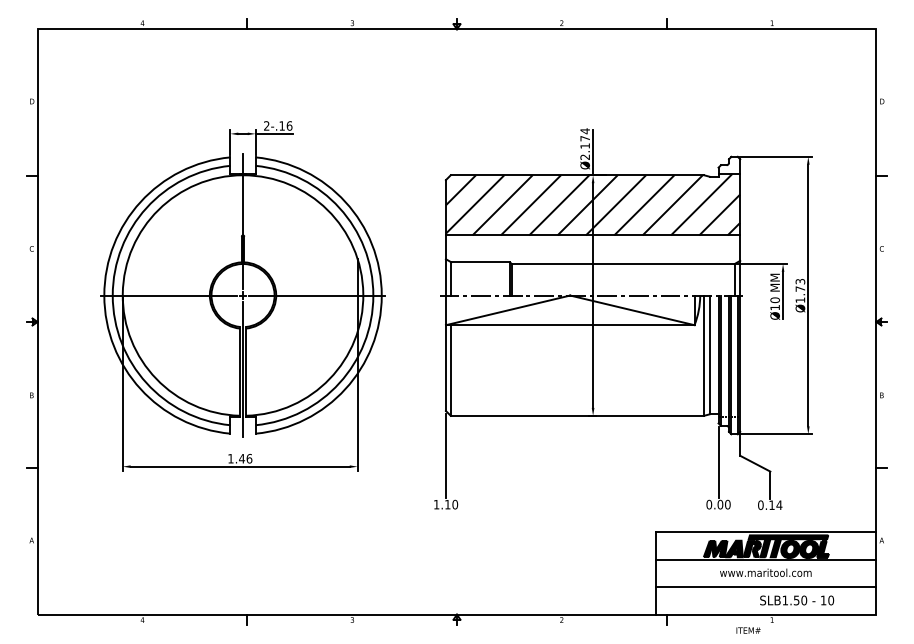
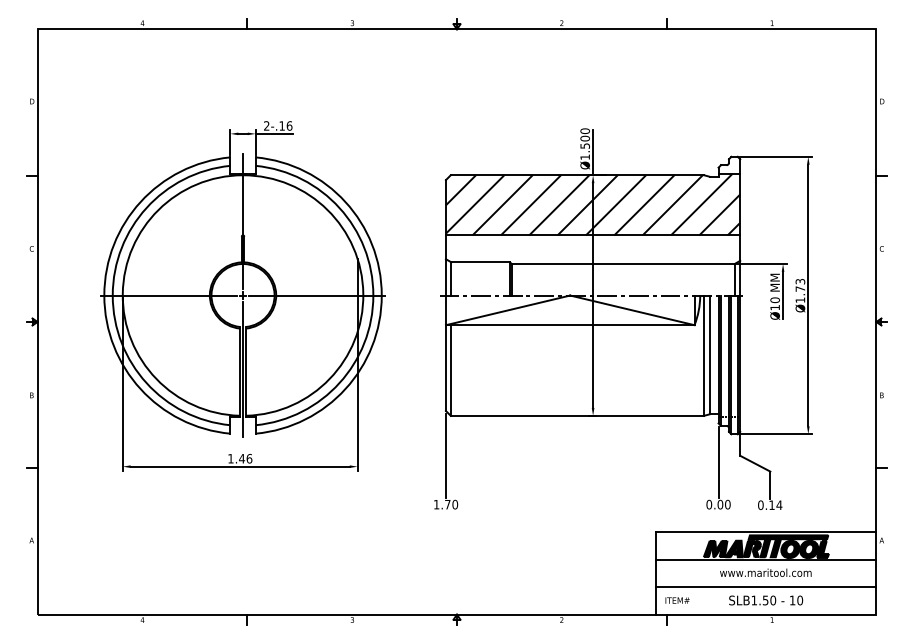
text at (585, 143): Ø2.174 -> Ø1.500
text at (447, 504): 1.10 -> 1.70
text at (797, 600) position: (797, 600) -> (766, 600)
text at (748, 630) position: (748, 630) -> (677, 600)
